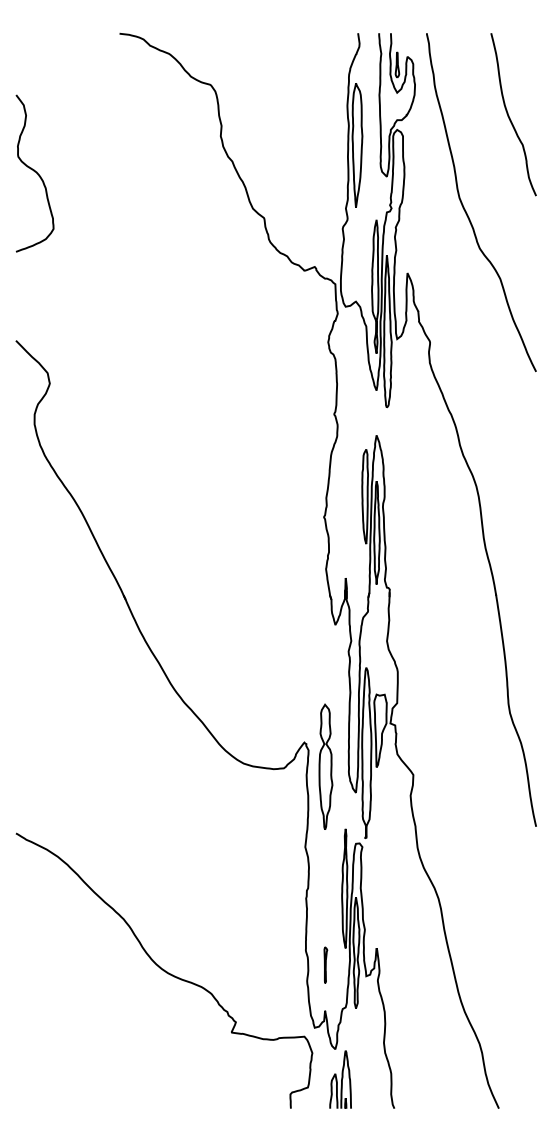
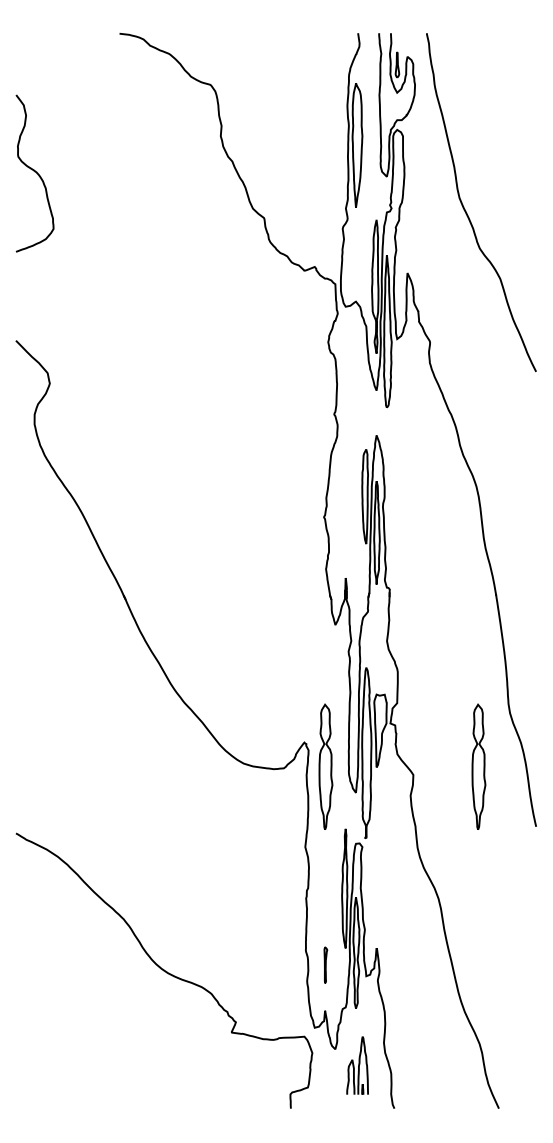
curve at (509, 115): present -> none
part at (478, 766): none -> present
part at (340, 1079) position: (340, 1079) -> (357, 1065)
